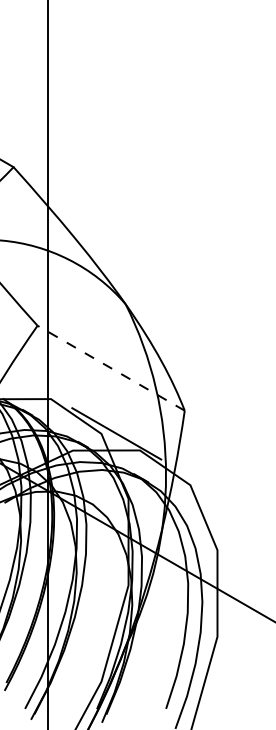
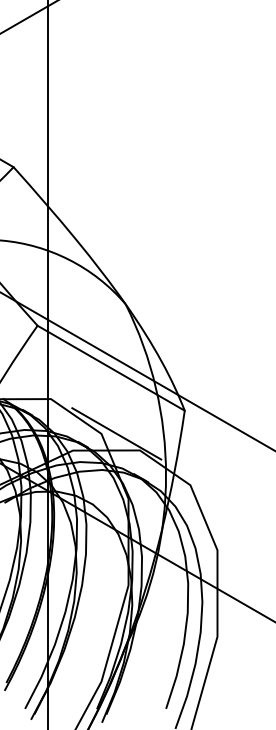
line at (28, 17): none -> present
line at (111, 368): dashed -> solid
line at (137, 371): none -> present
